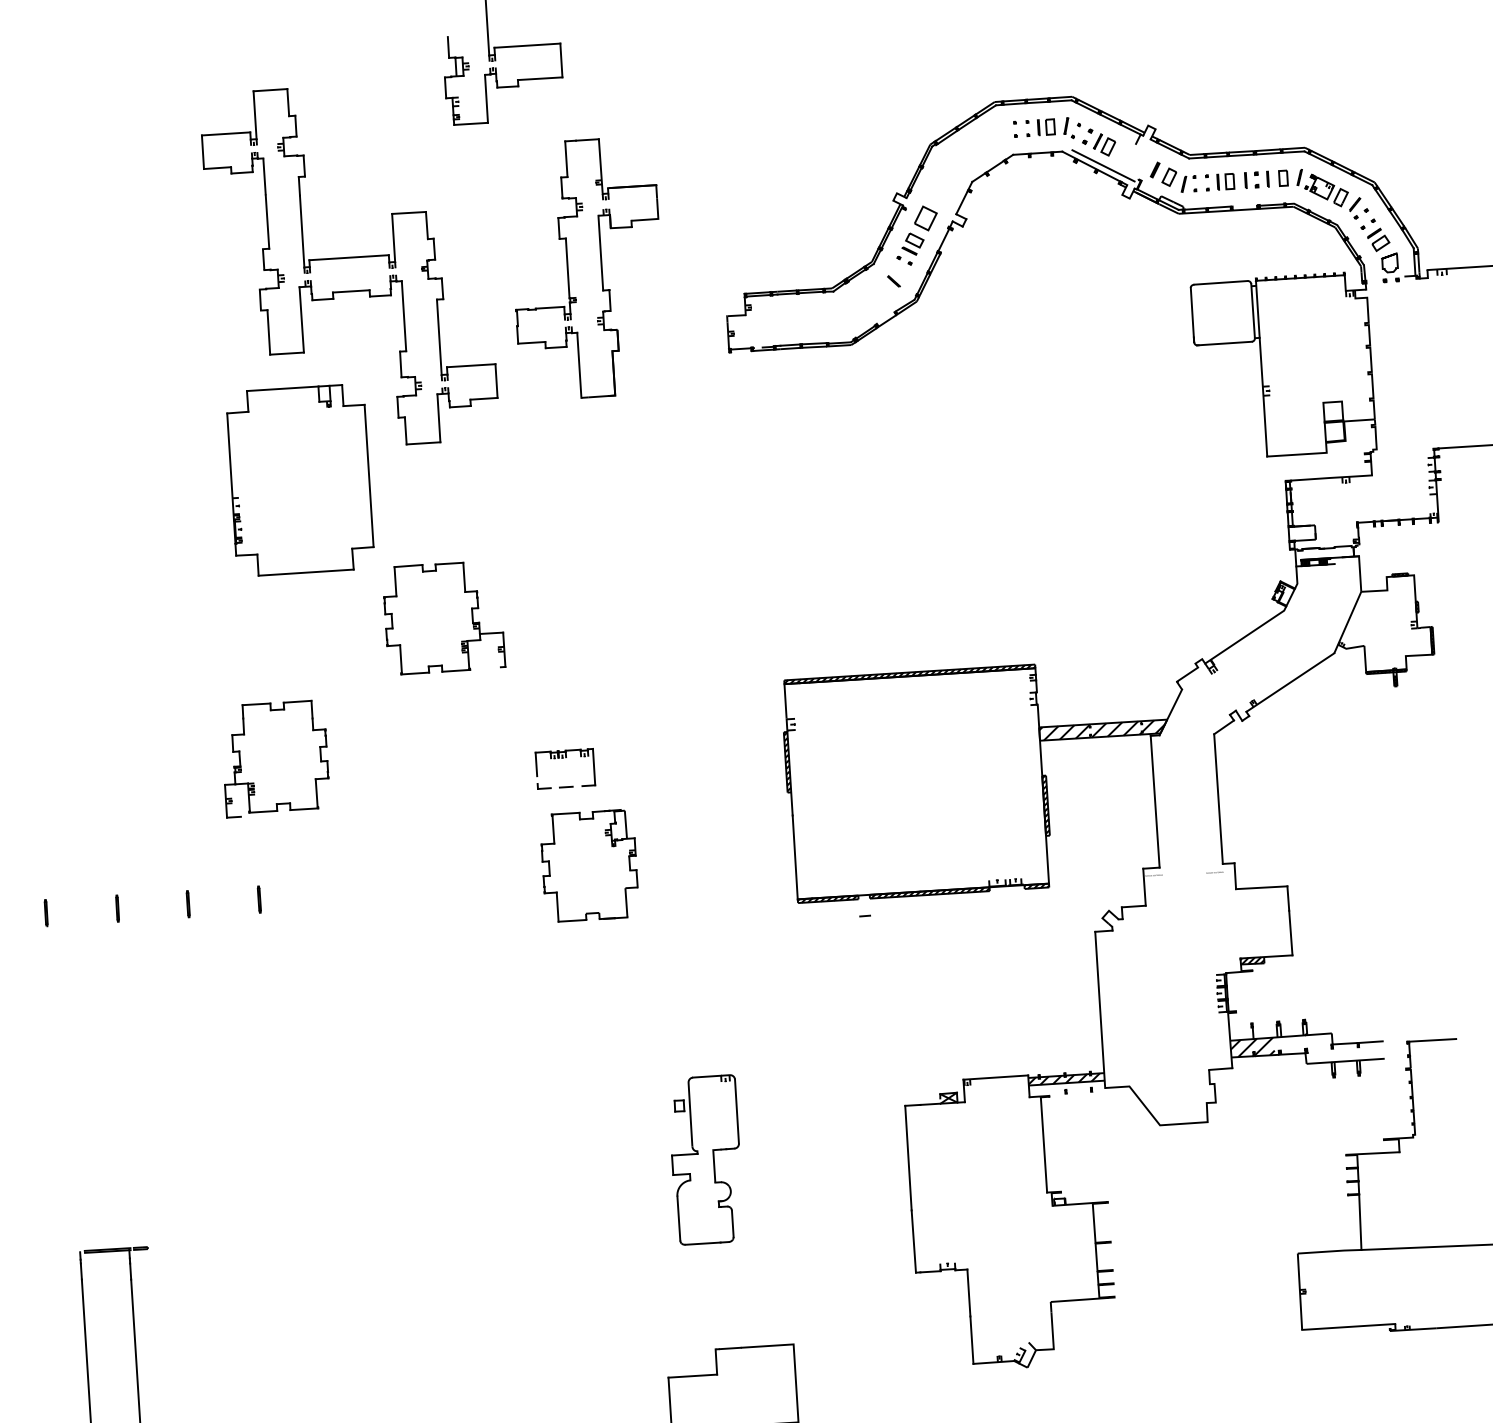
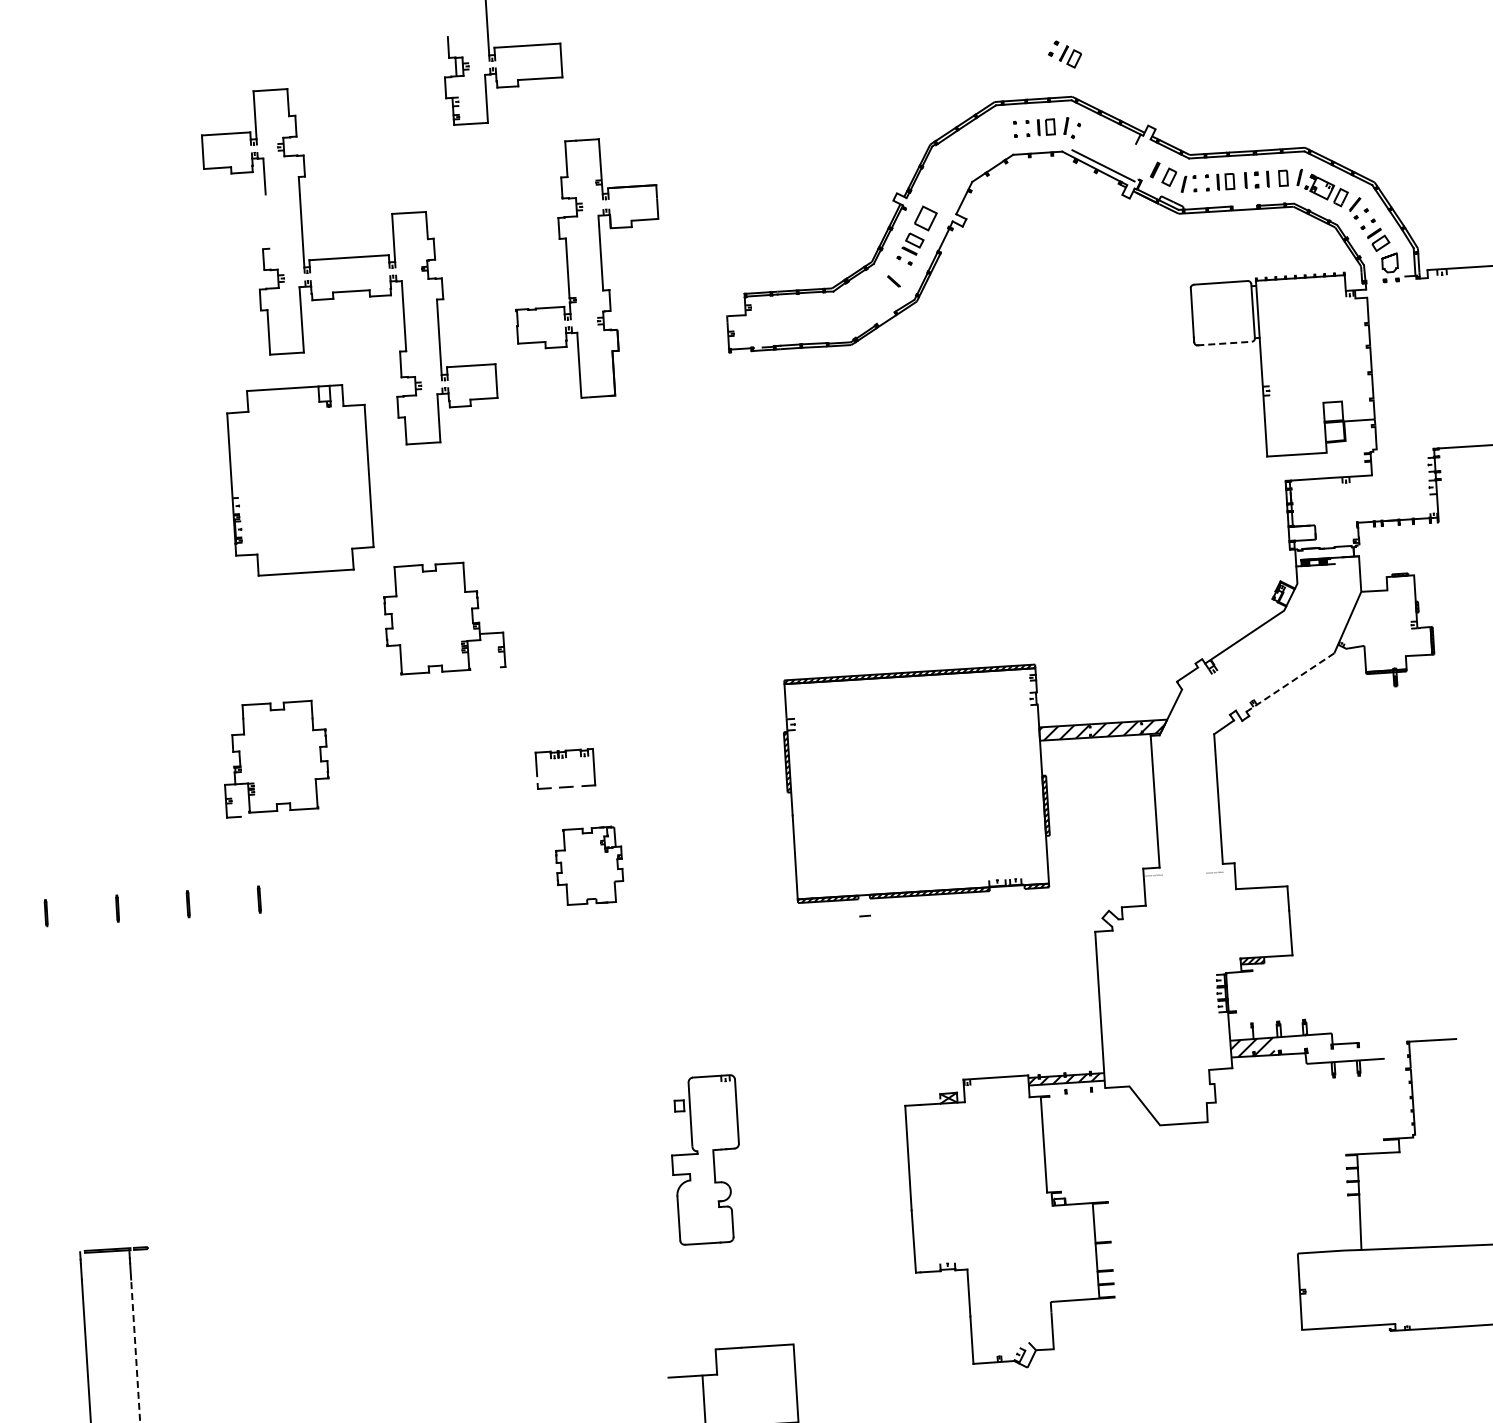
part at (1099, 142) position: (1099, 142) -> (1065, 54)
line at (267, 221): present -> none
line at (1225, 343): solid -> dashed
line at (1290, 682): solid -> dashed
part at (589, 865) size: 99x114 px -> 70x81 px
line at (1370, 1041): present -> none
line at (135, 1351): solid -> dashed
line at (669, 1398) position: (669, 1398) -> (703, 1396)
